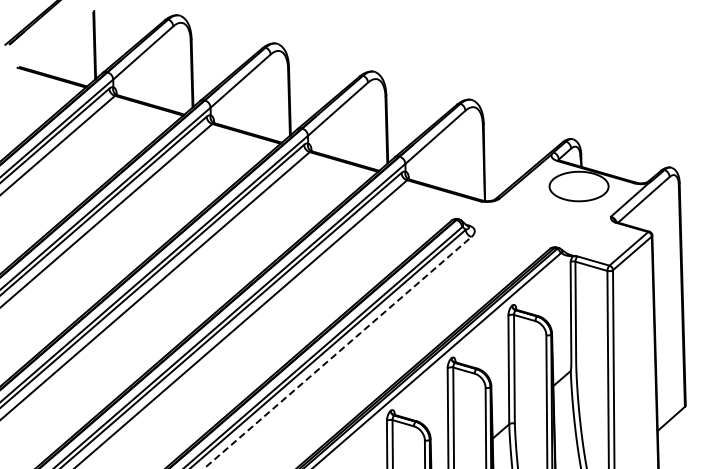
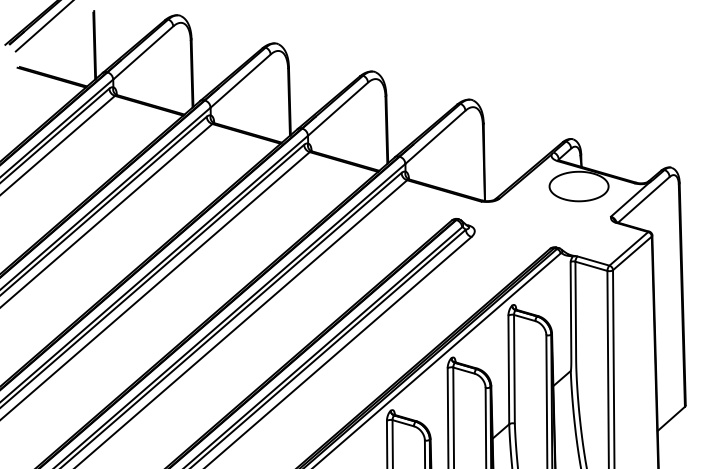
line at (43, 26): none -> present
line at (337, 352): dashed -> solid
